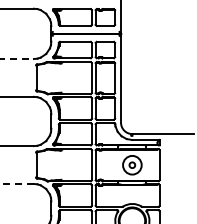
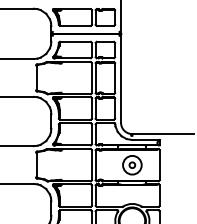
line at (17, 59): dashed -> solid
line at (16, 183): dashed -> solid
